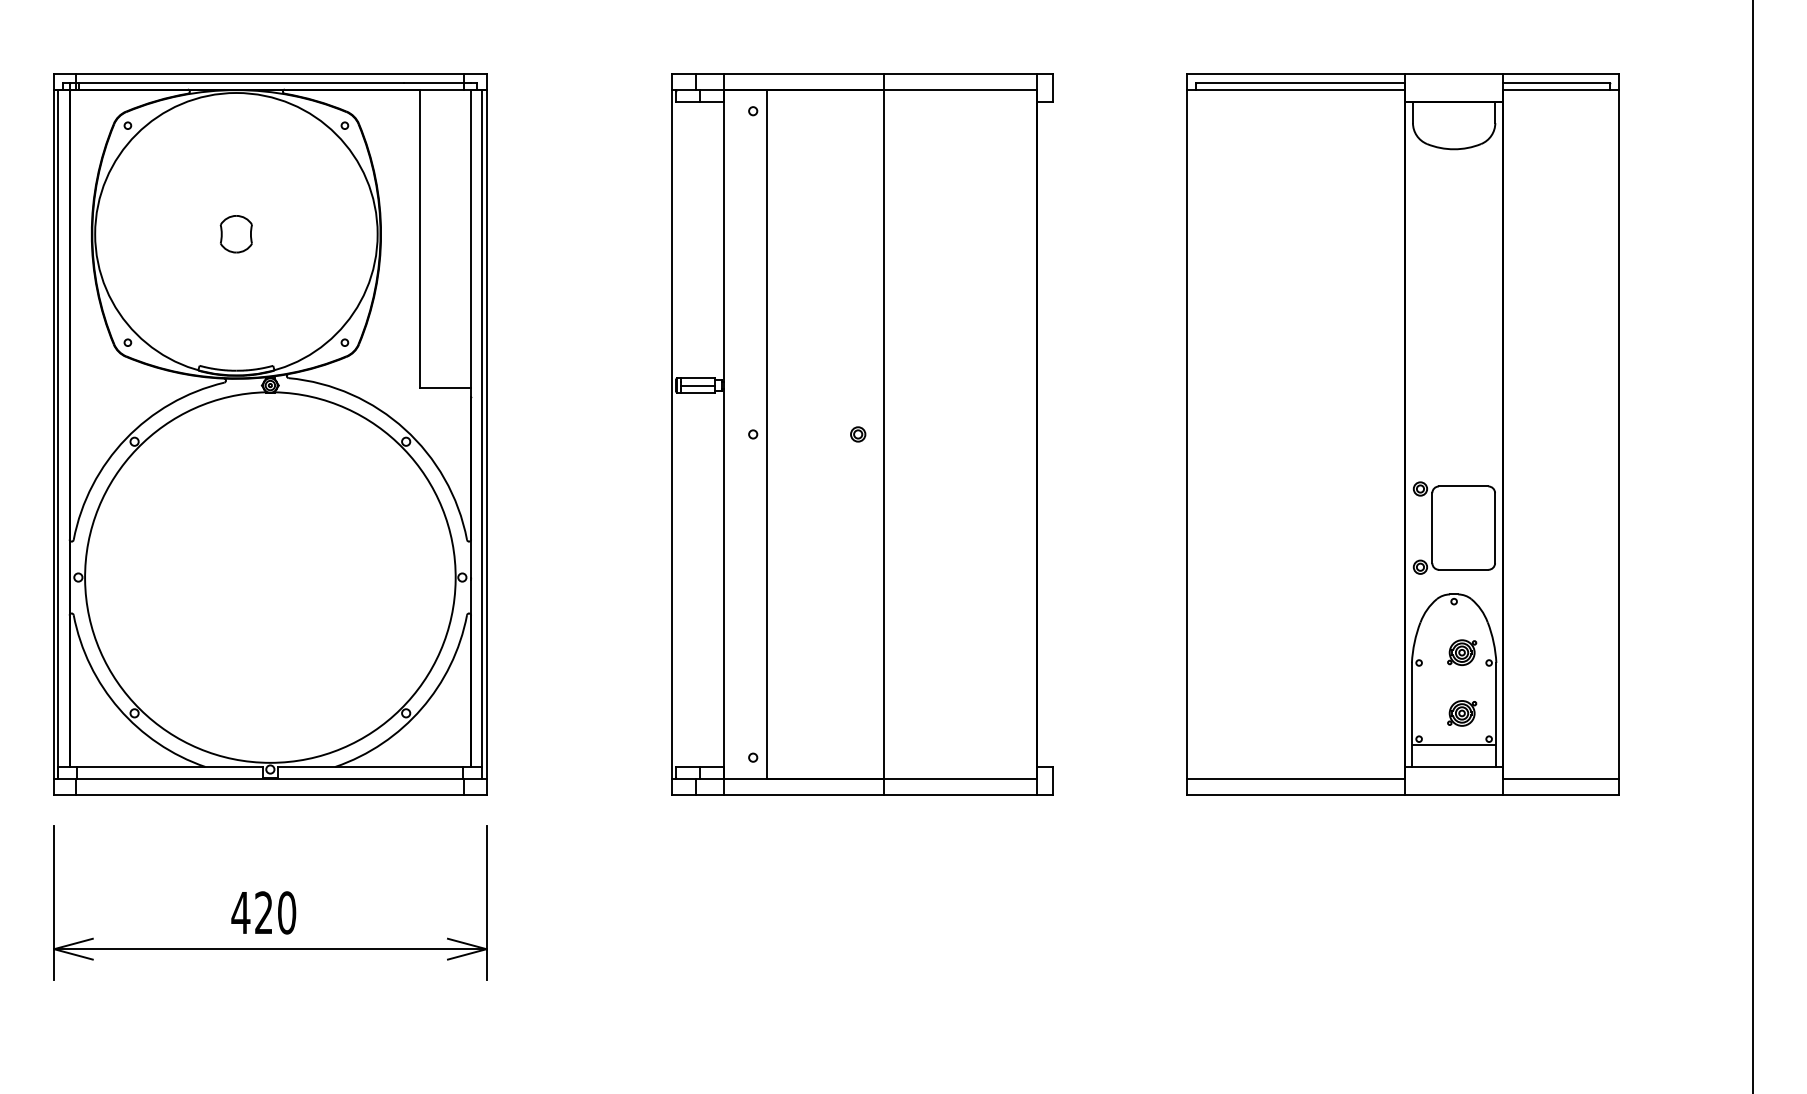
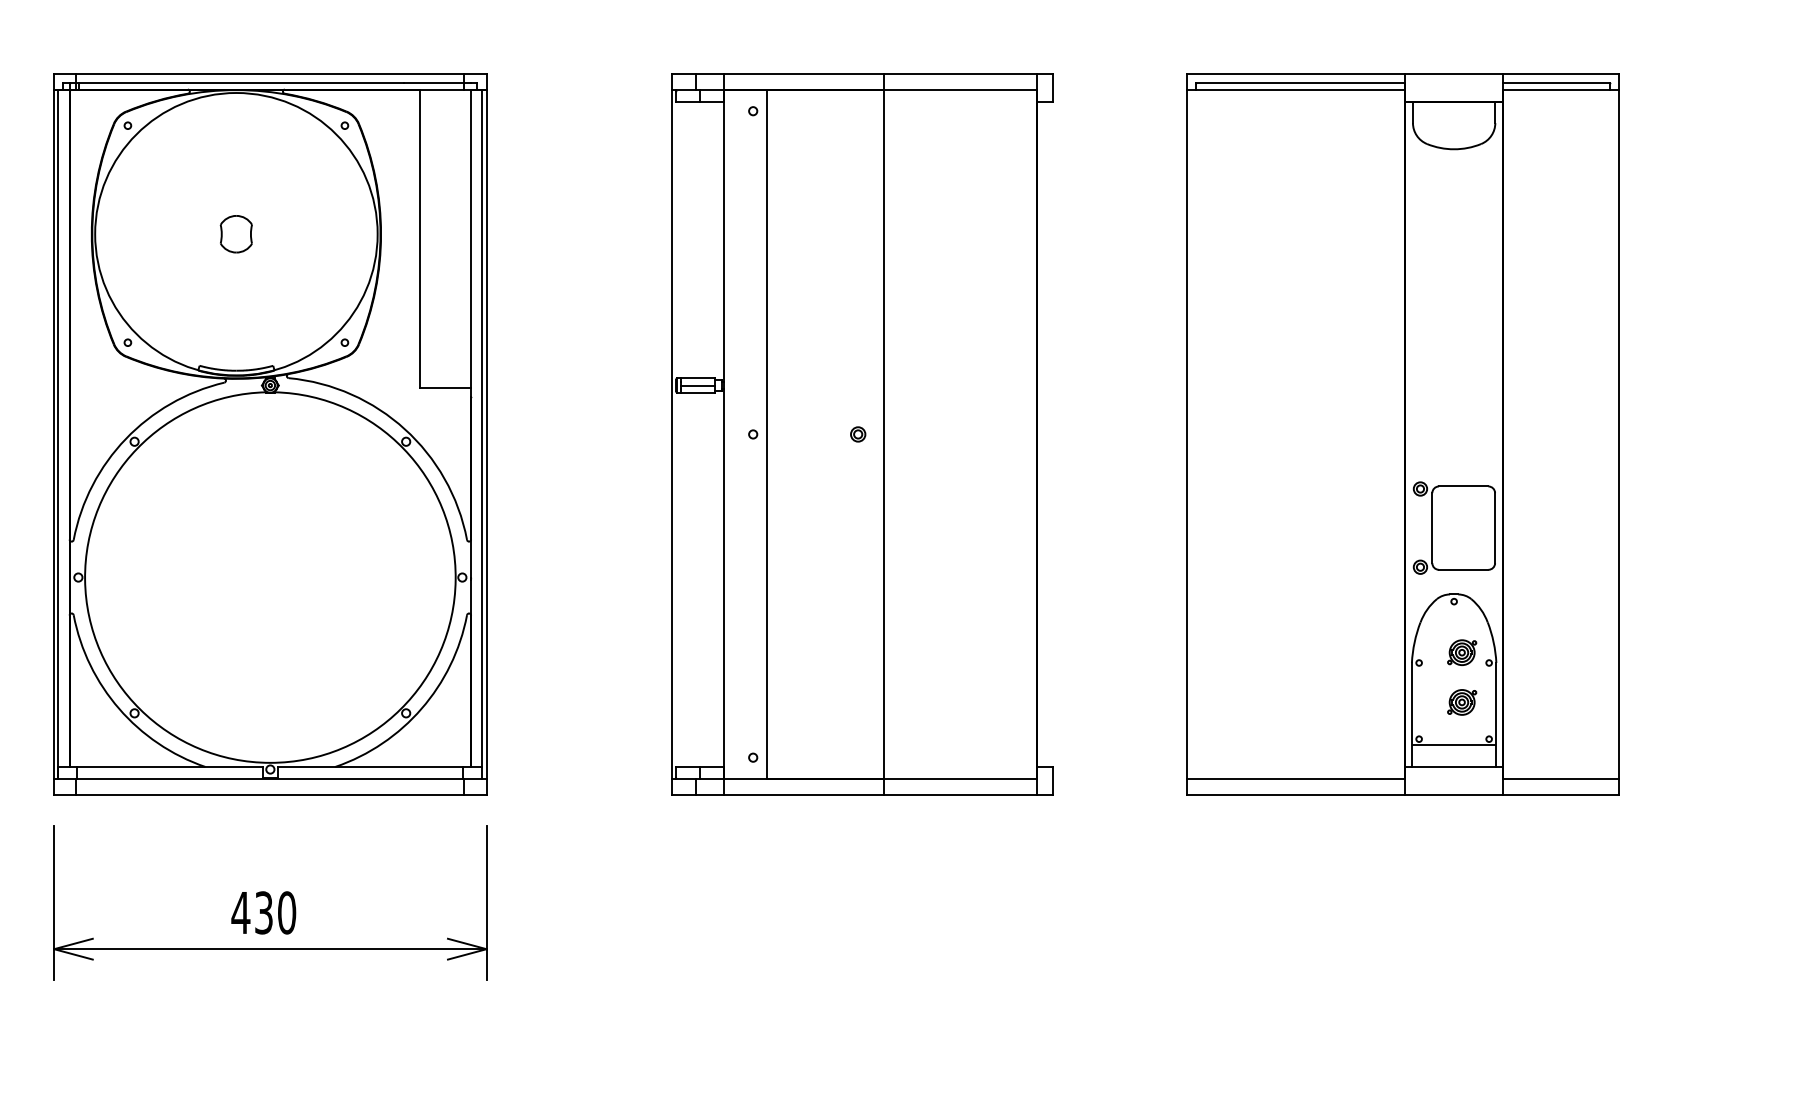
line at (1752, 546): present -> none
part at (1462, 713) position: (1462, 713) -> (1462, 702)
text at (263, 912): 420 -> 430
